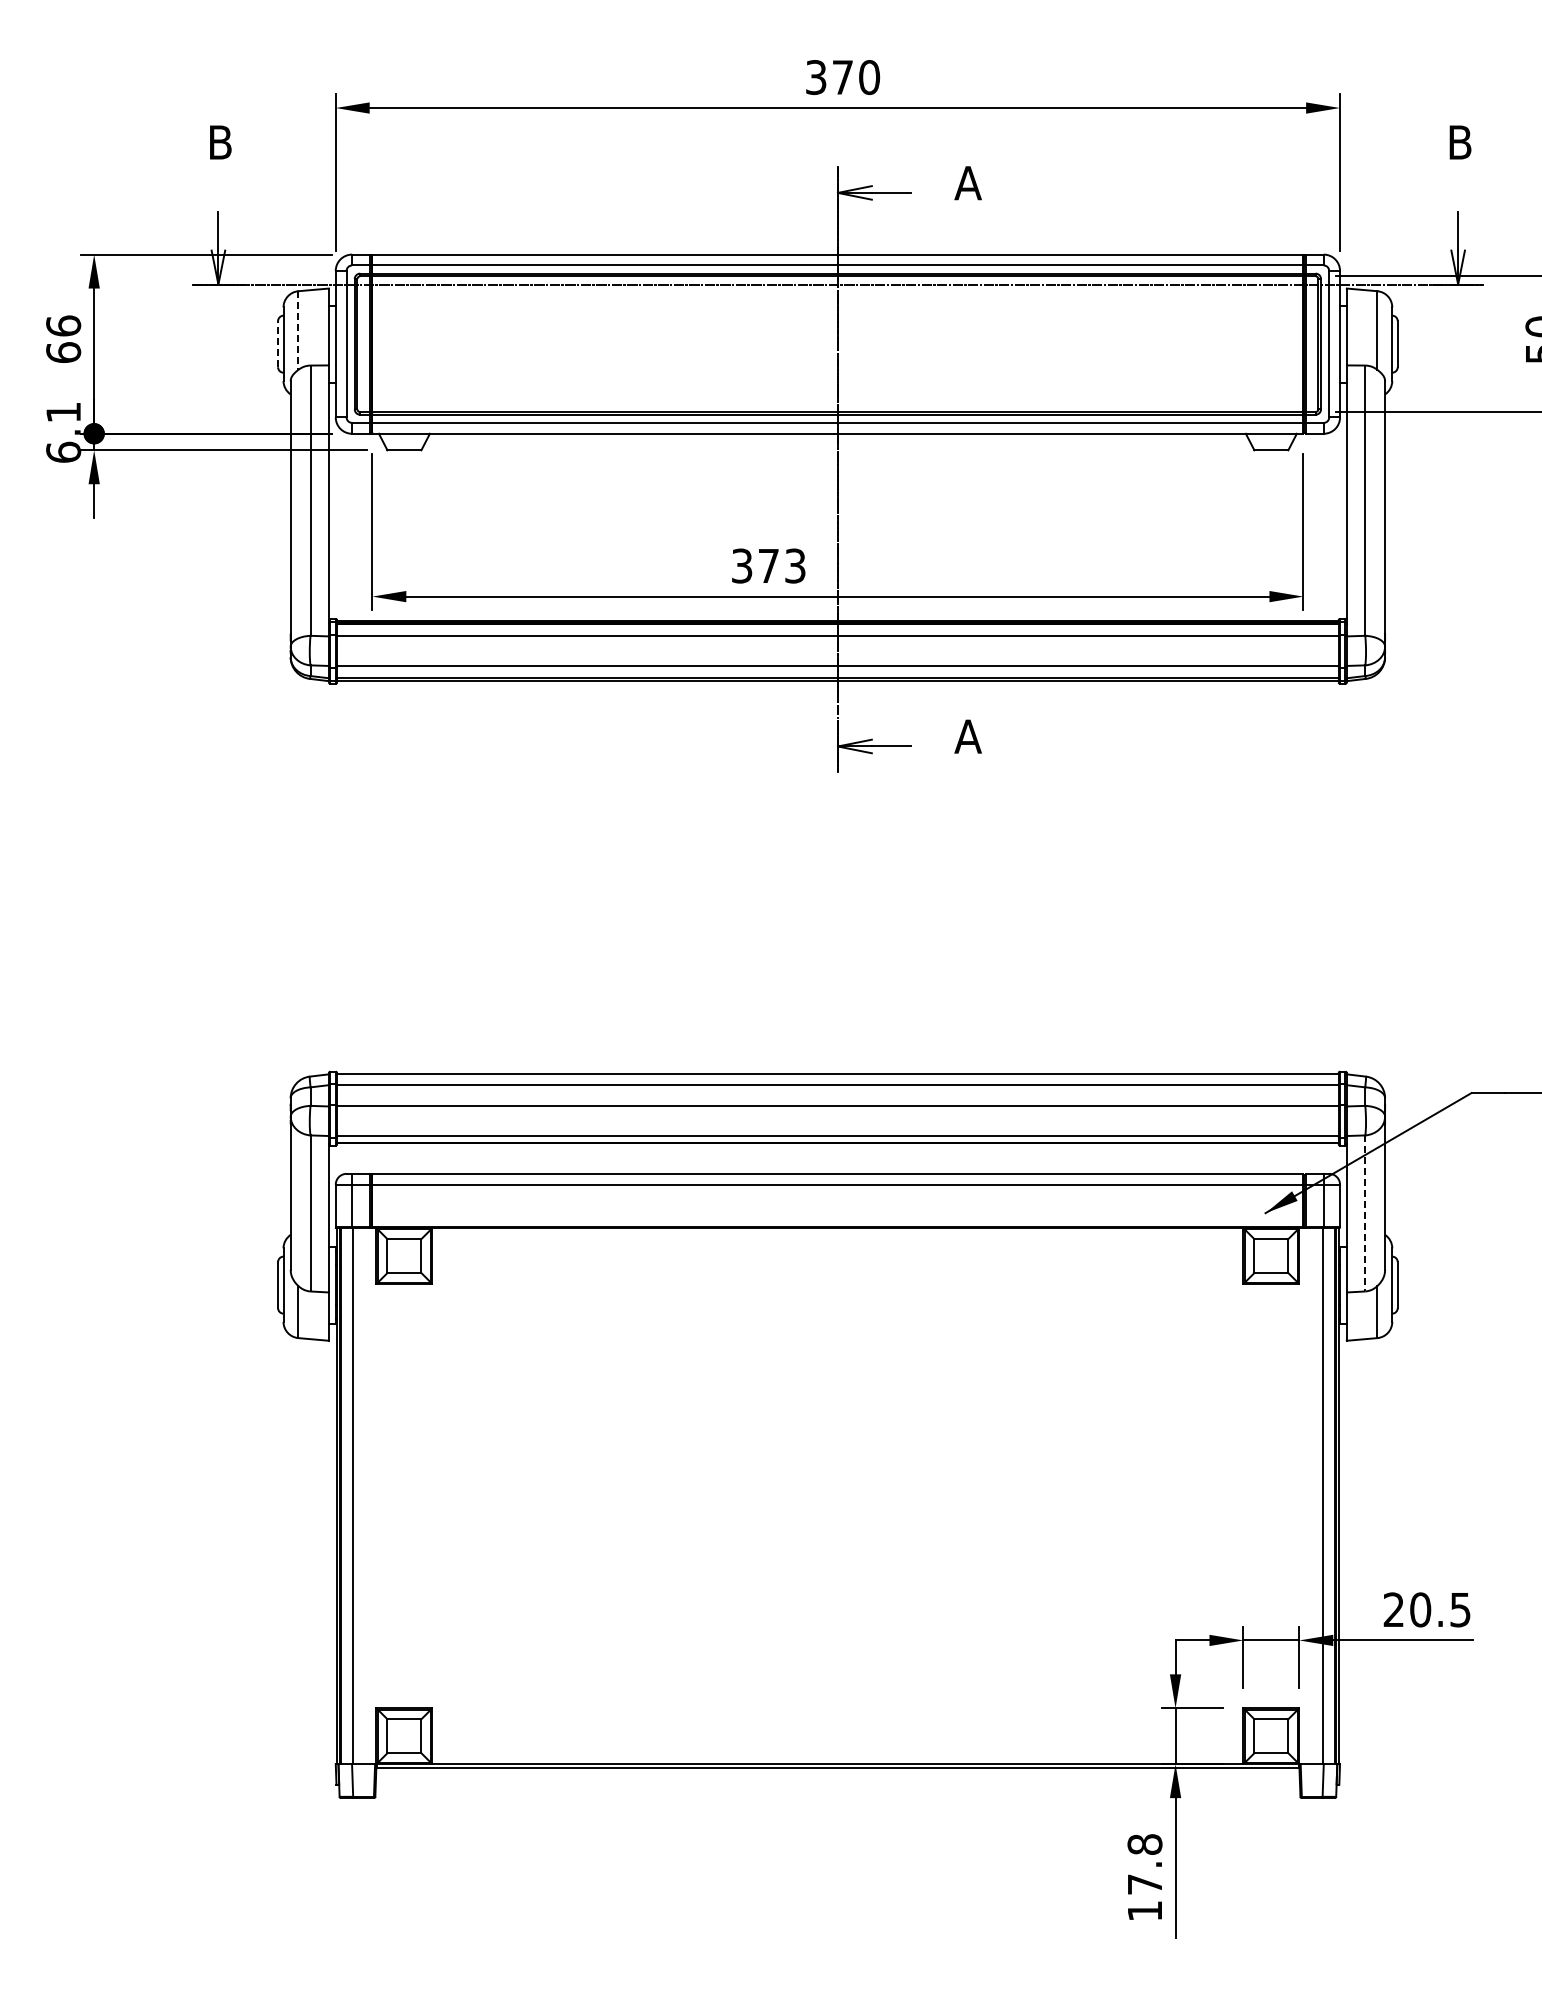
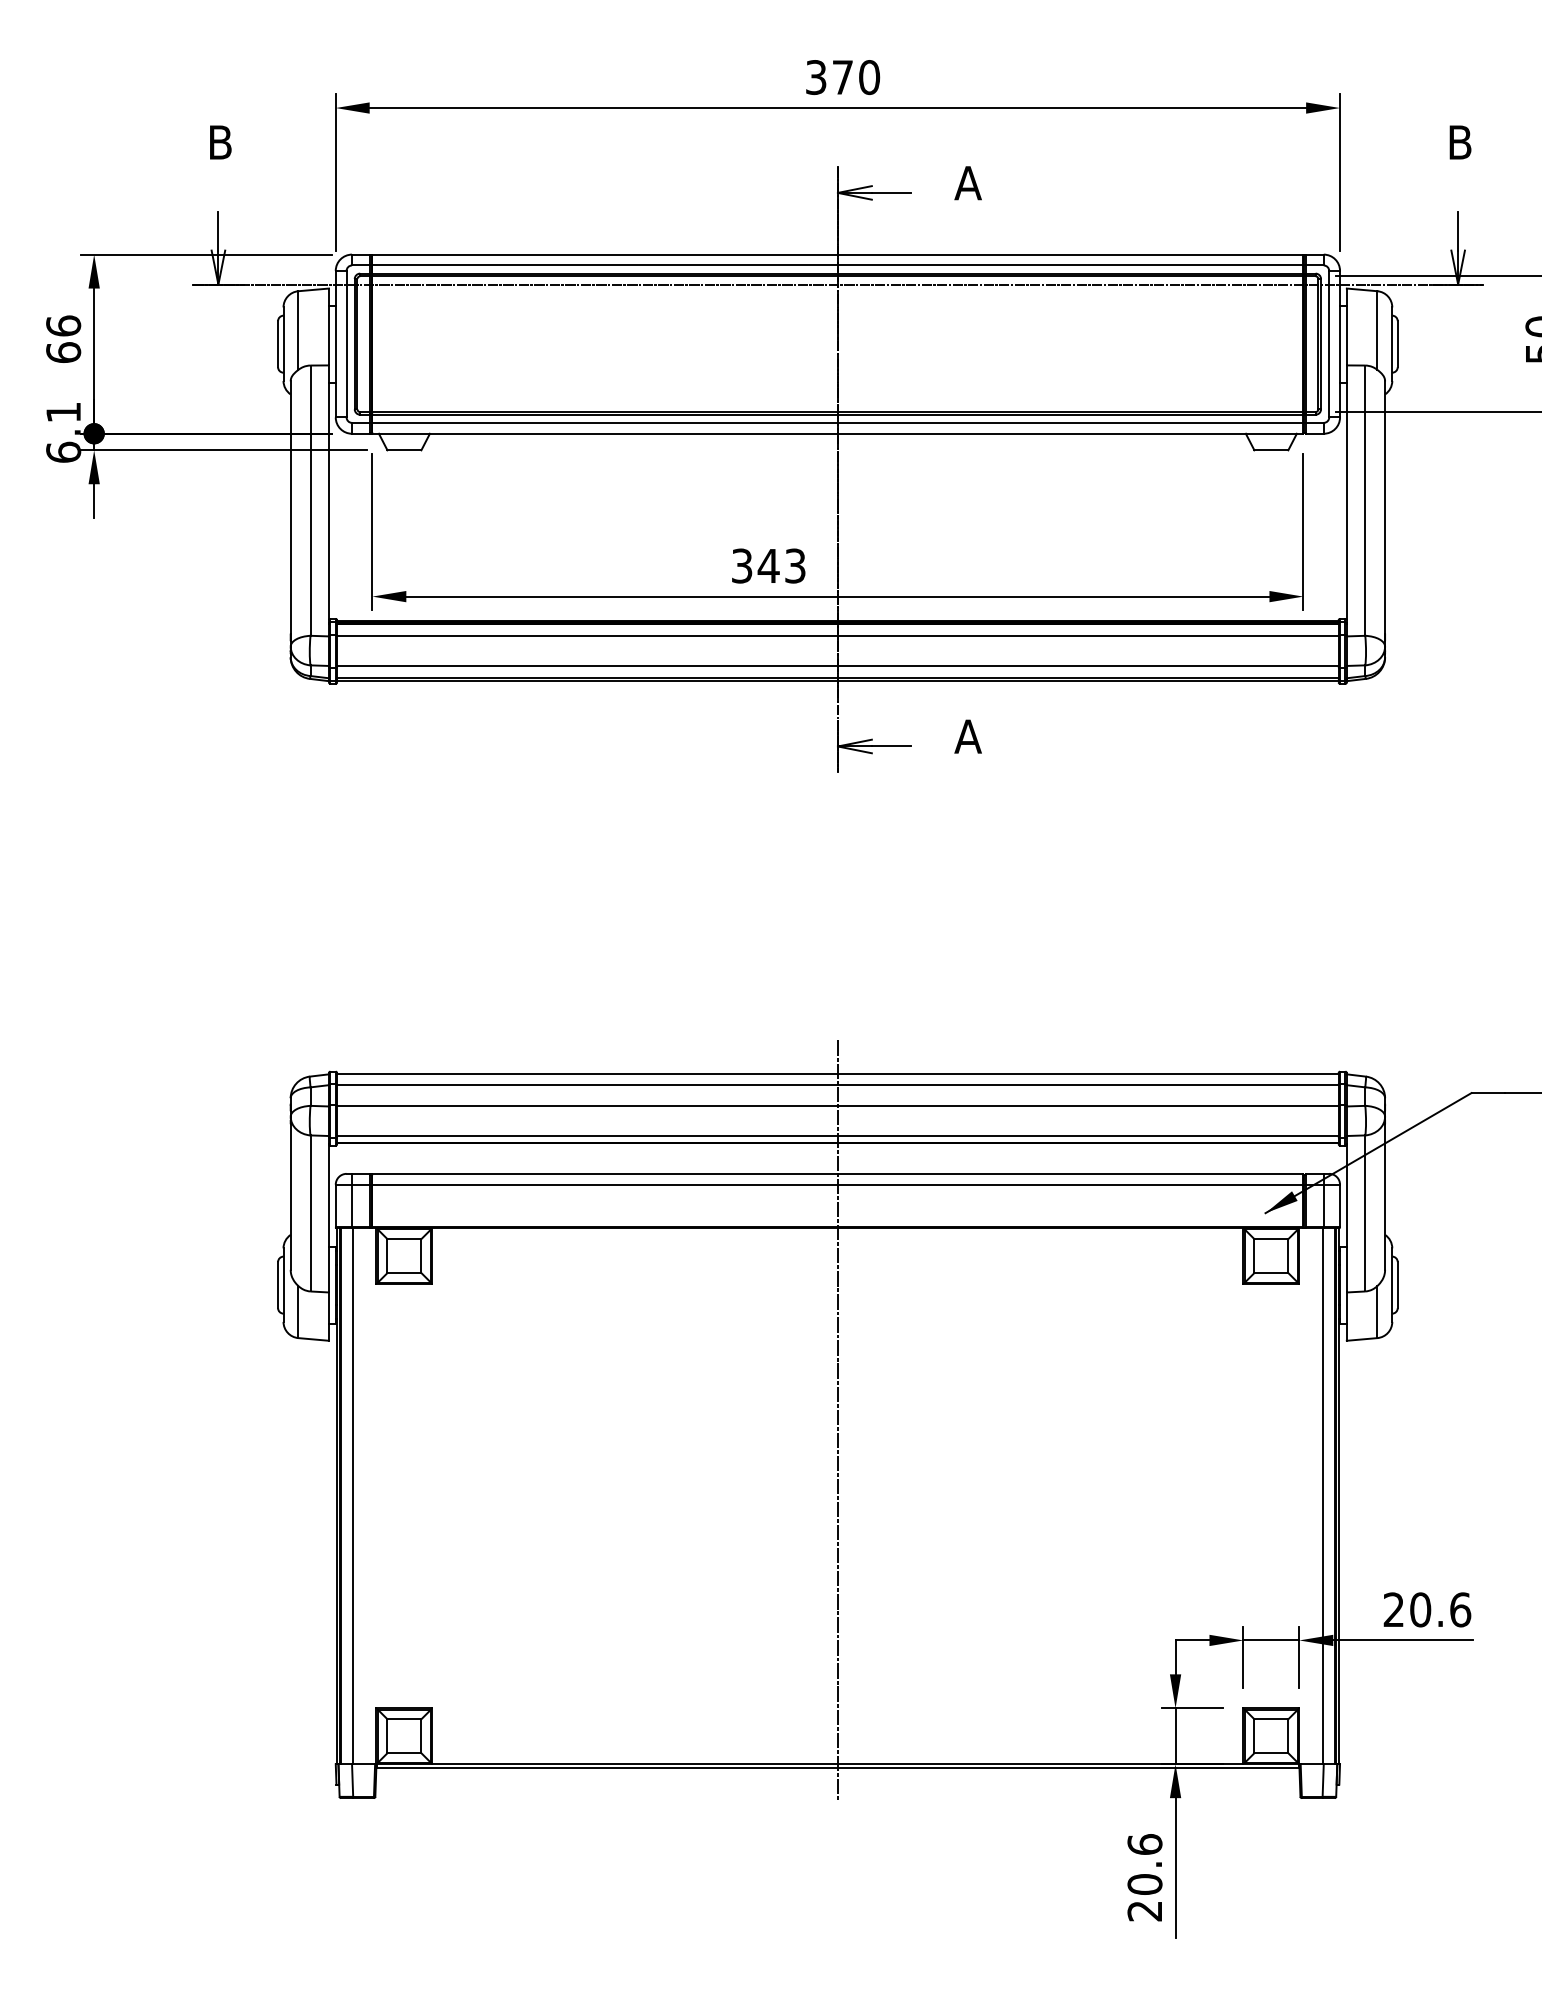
line at (298, 331): dashed -> solid
line at (278, 343): dashed -> solid
text at (768, 565): 373 -> 343
line at (1365, 1213): dashed -> solid
line at (837, 1421): none -> present
text at (1460, 1609): 20.5 -> 20.6
text at (1144, 1877): 17.8 -> 20.6
